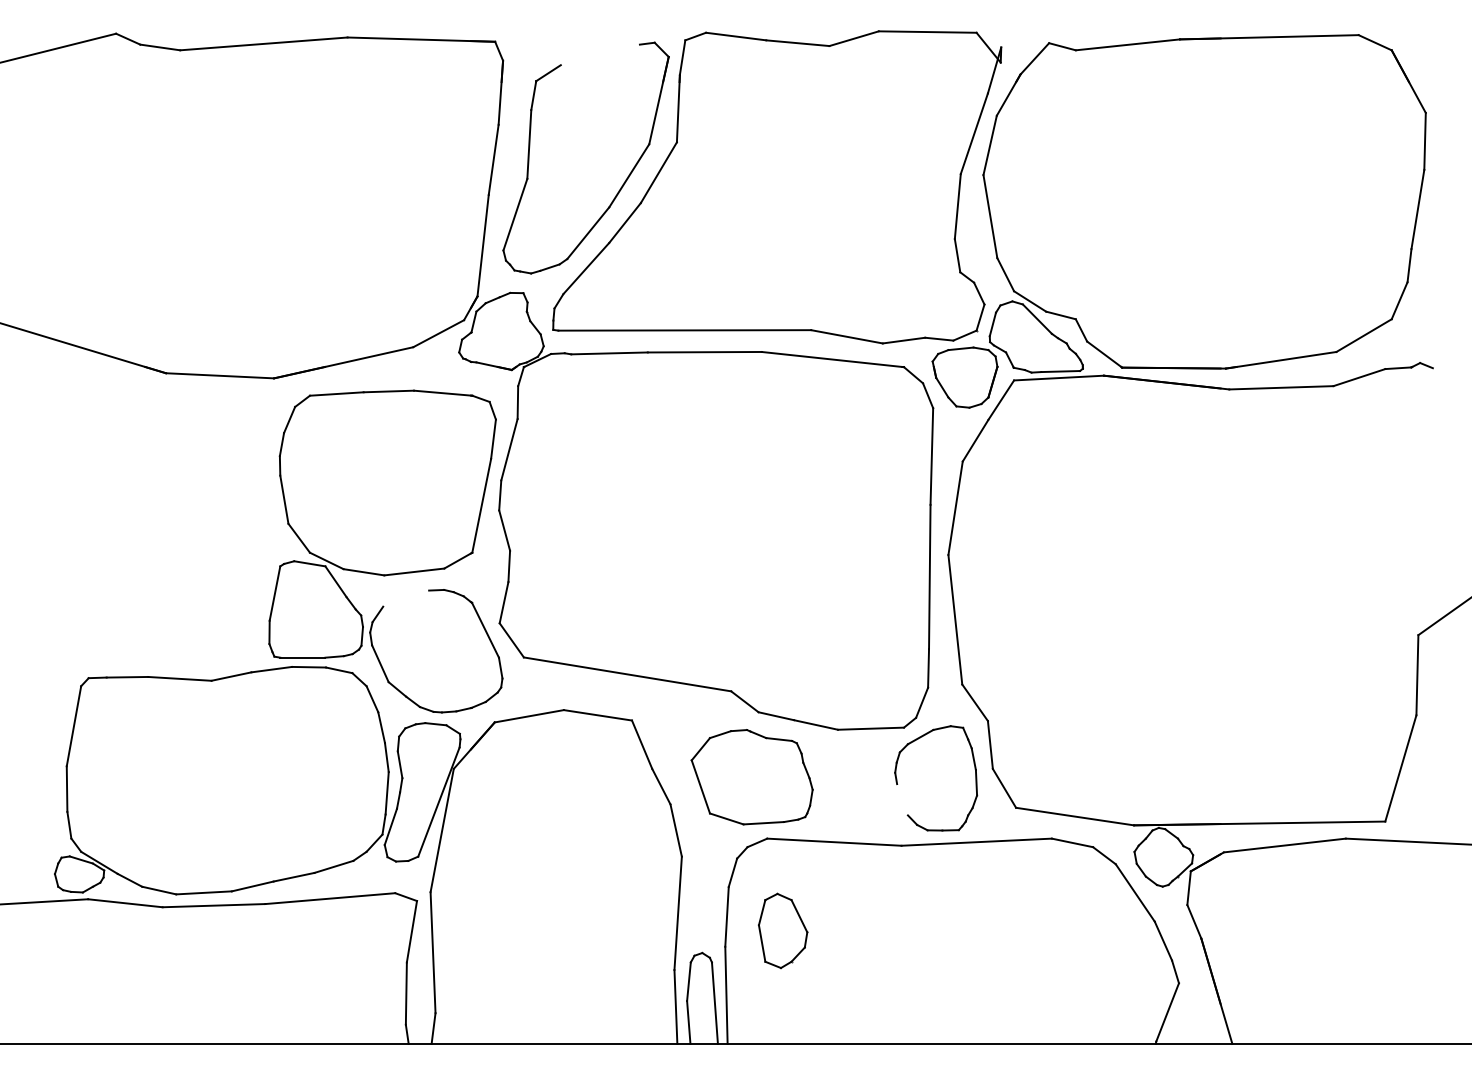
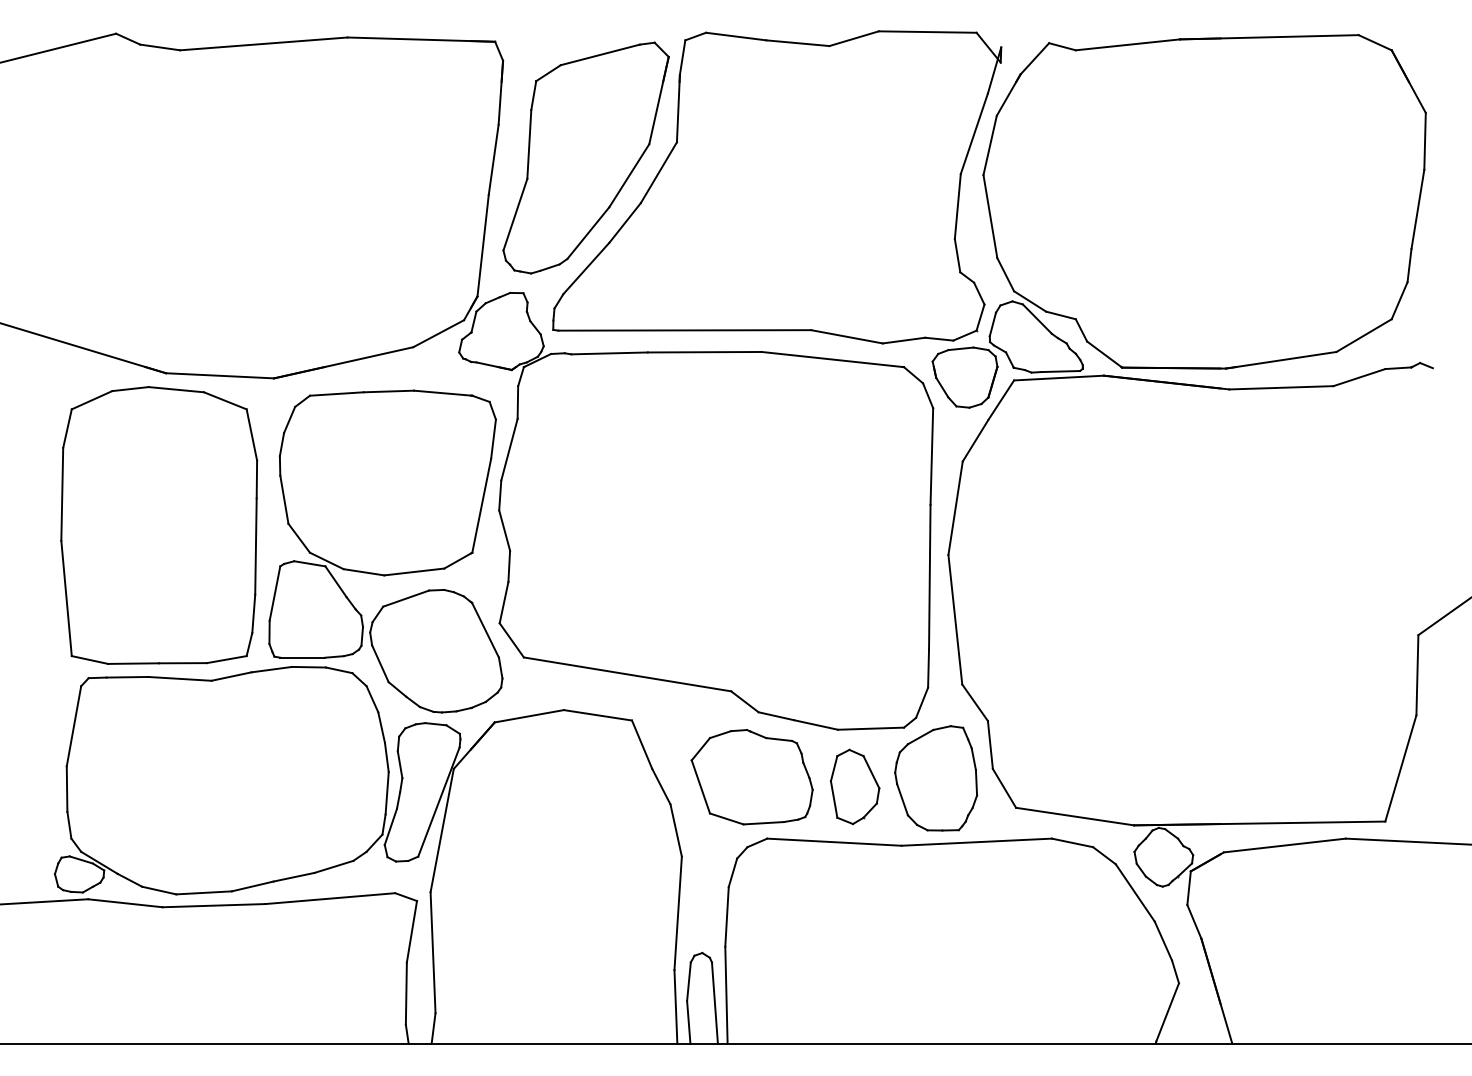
line at (599, 54): none -> present
part at (159, 525): none -> present
line at (406, 598): none -> present
line at (902, 799): none -> present
part at (783, 930) position: (783, 930) -> (855, 786)
